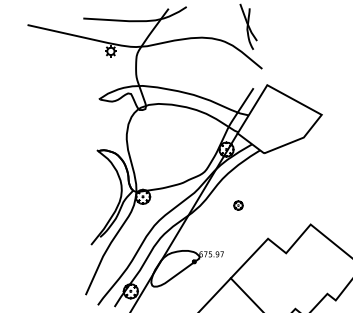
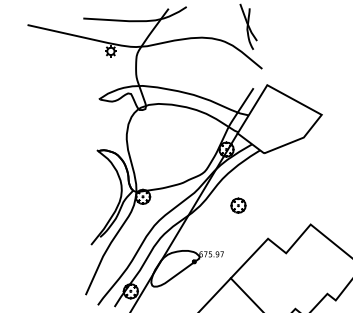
part at (238, 205) size: 11x11 px -> 17x17 px
